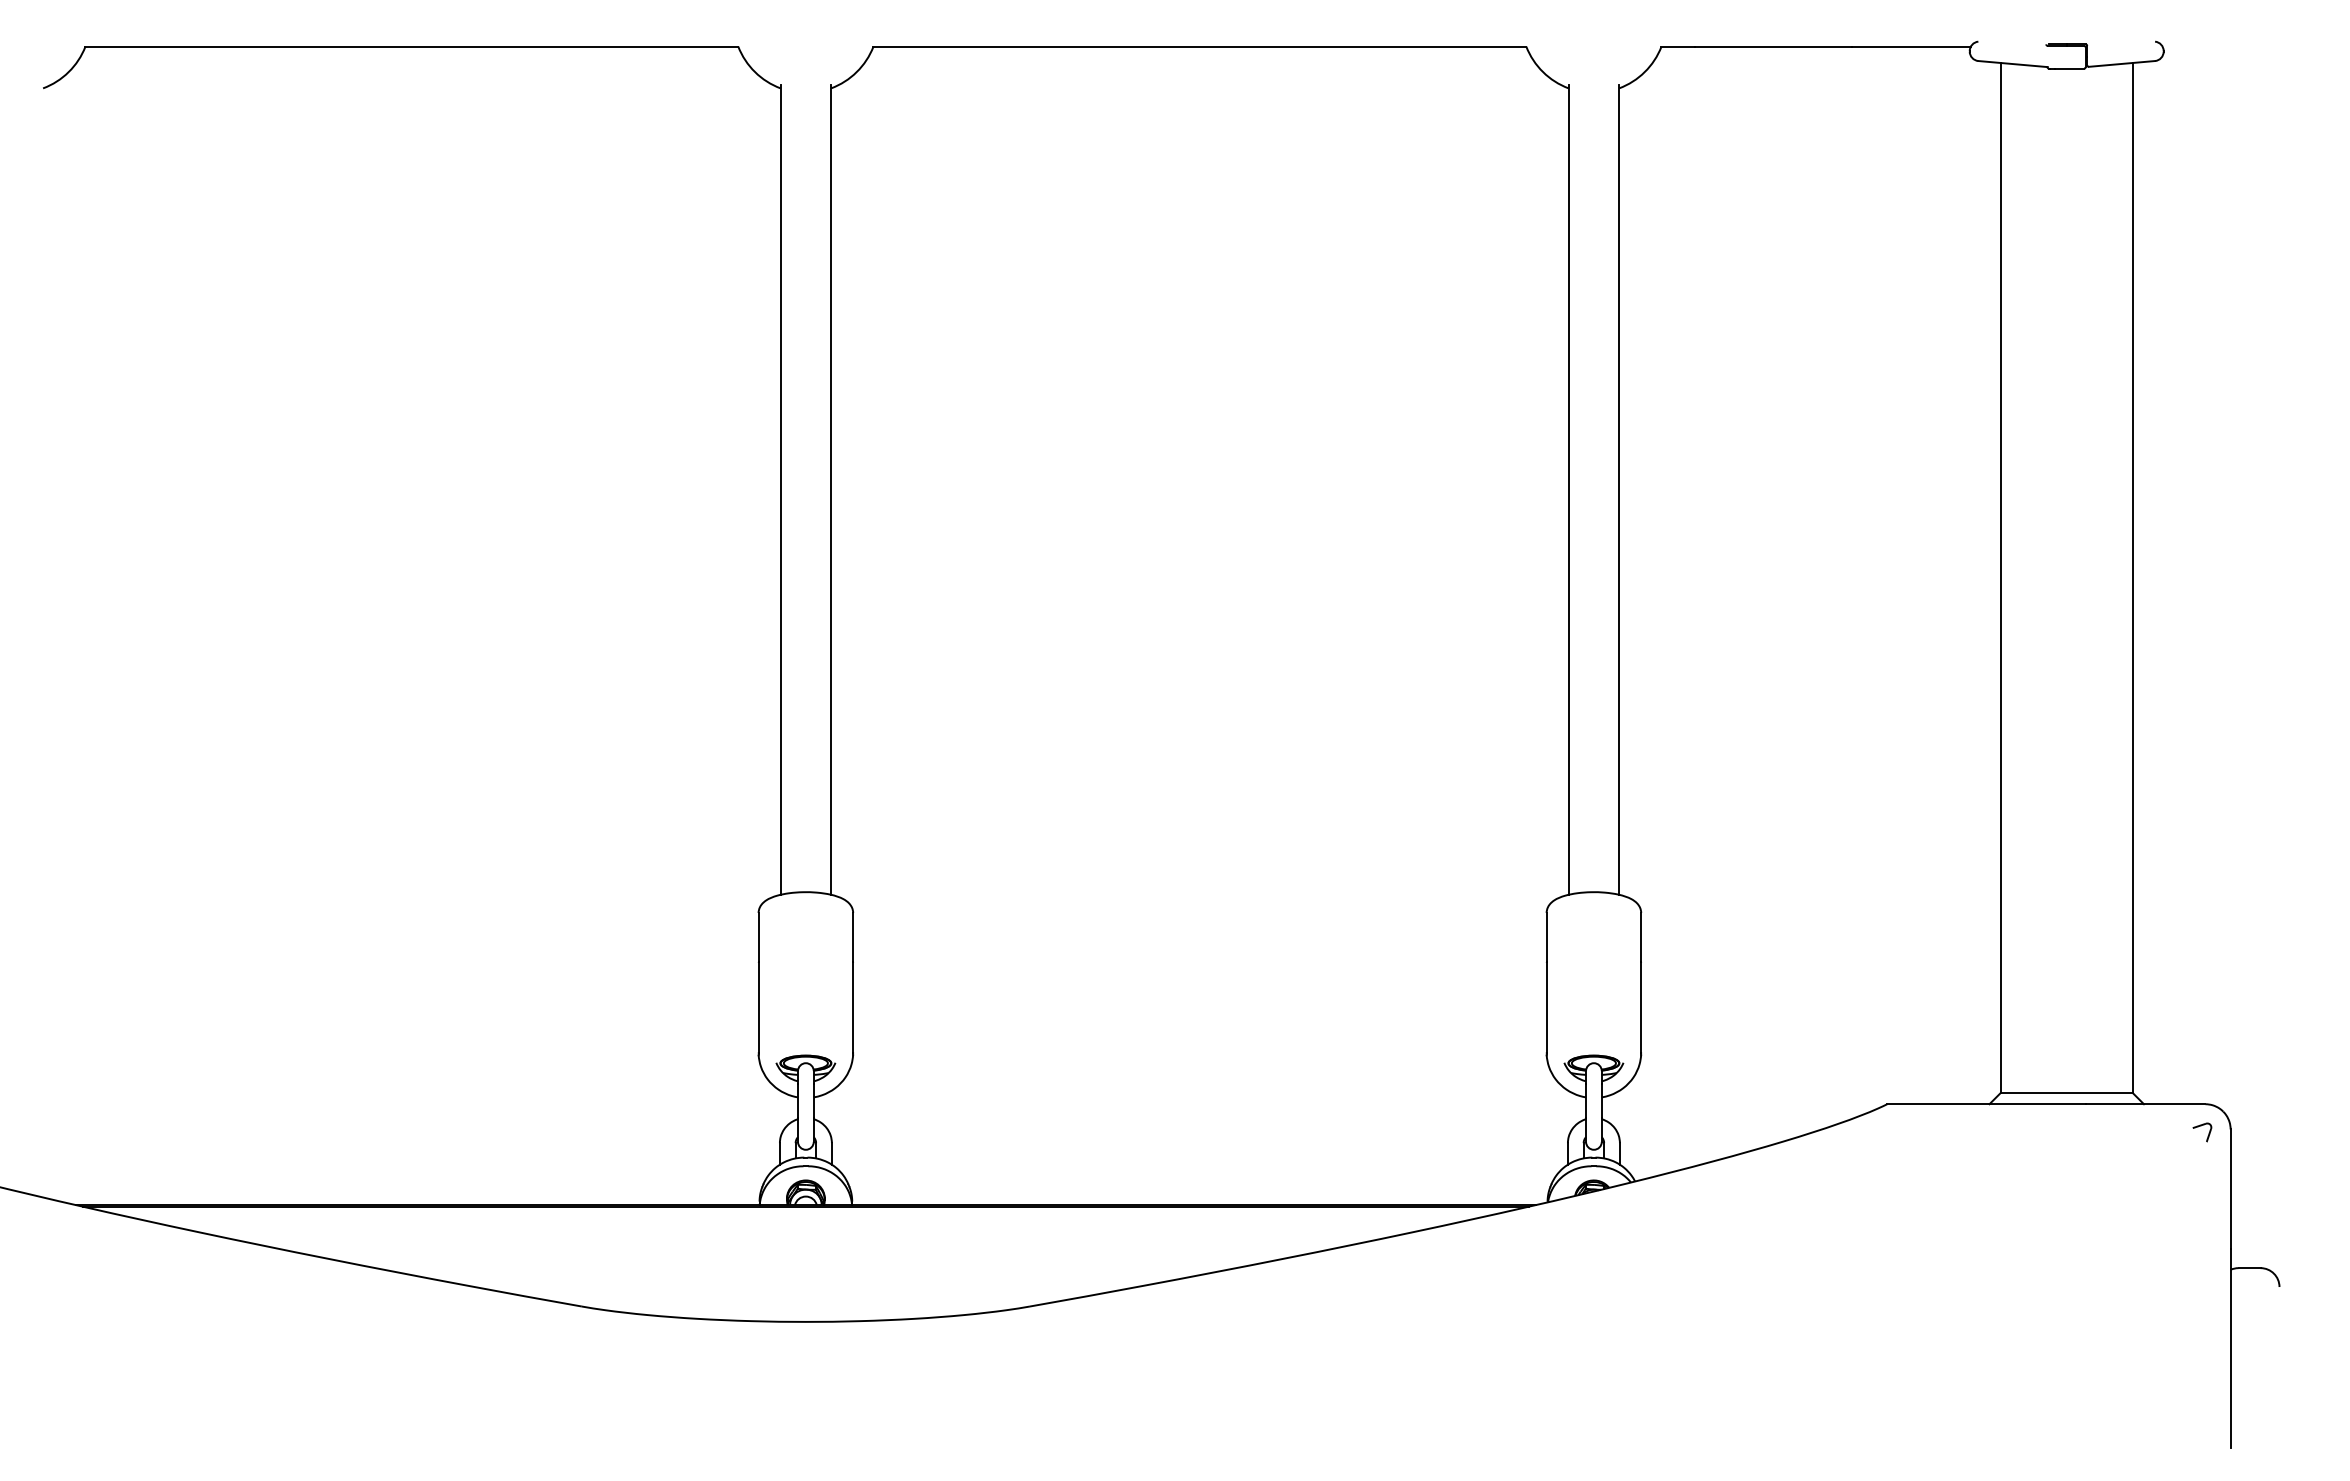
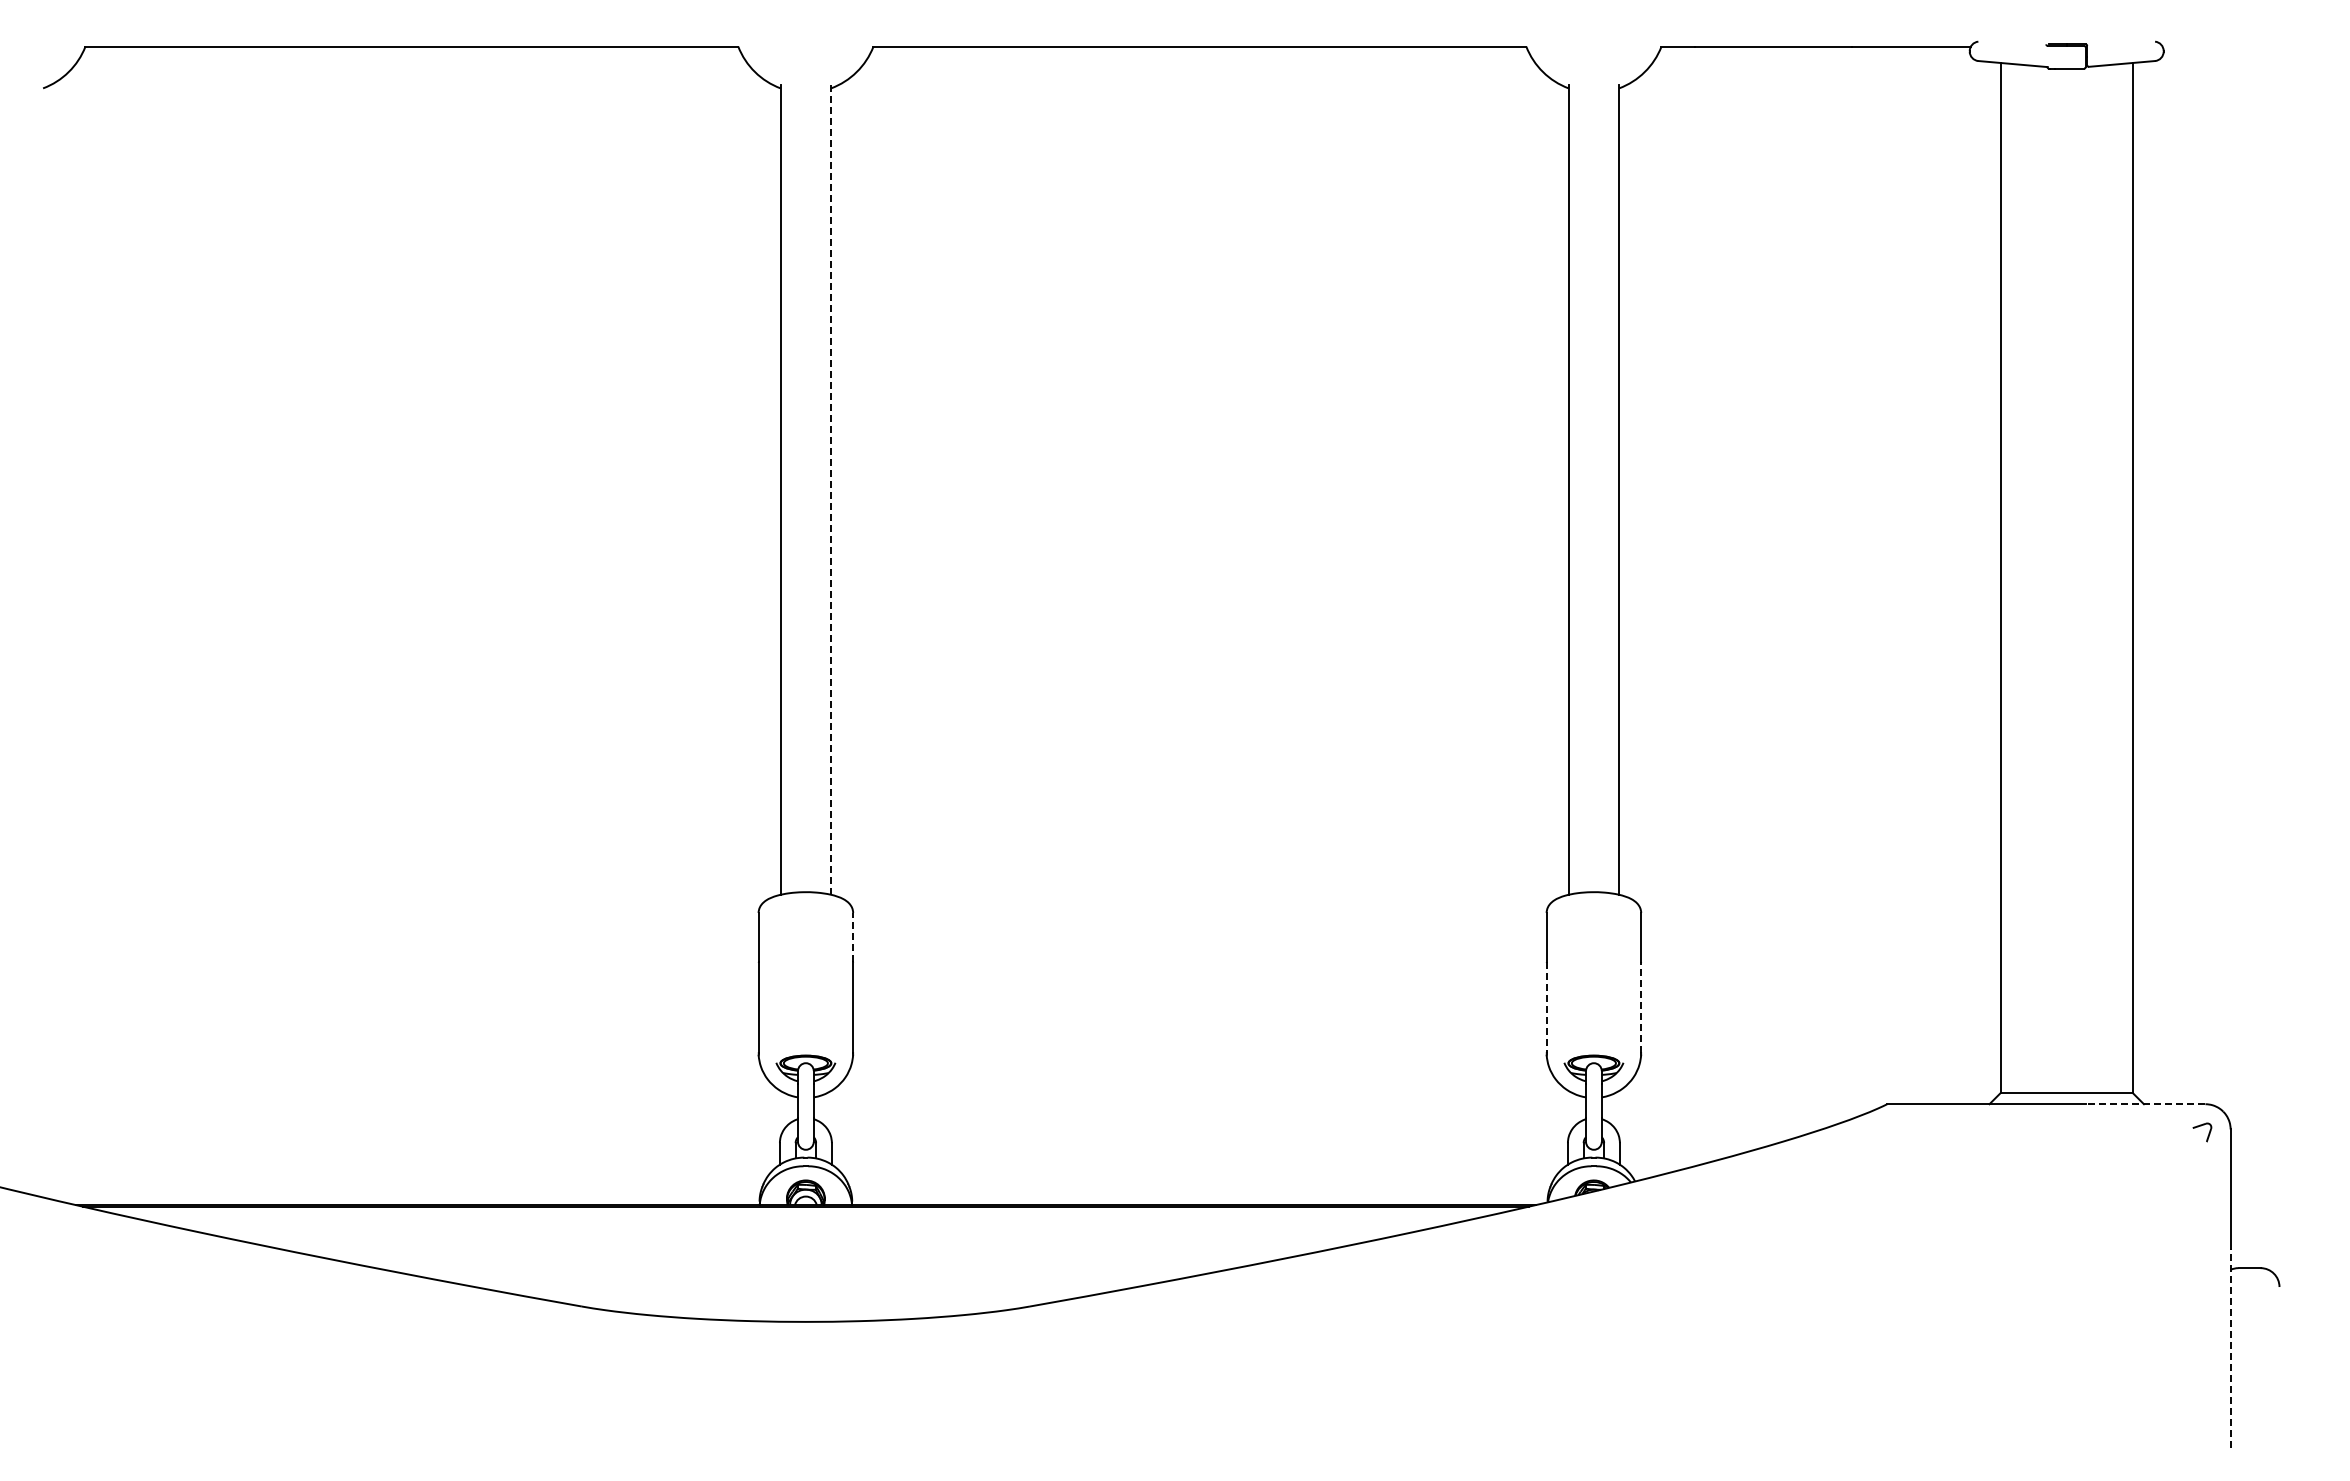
line at (831, 490): solid -> dashed
line at (853, 937): solid -> dashed
line at (1641, 1006): solid -> dashed
line at (1546, 1007): solid -> dashed
line at (2145, 1104): solid -> dashed
line at (2230, 1347): solid -> dashed
